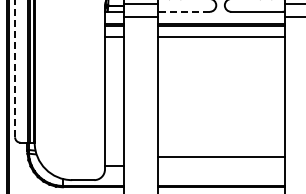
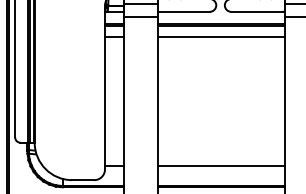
line at (184, 11): dashed -> solid
line at (15, 68): dashed -> solid
line at (220, 156) position: (220, 156) -> (220, 165)
